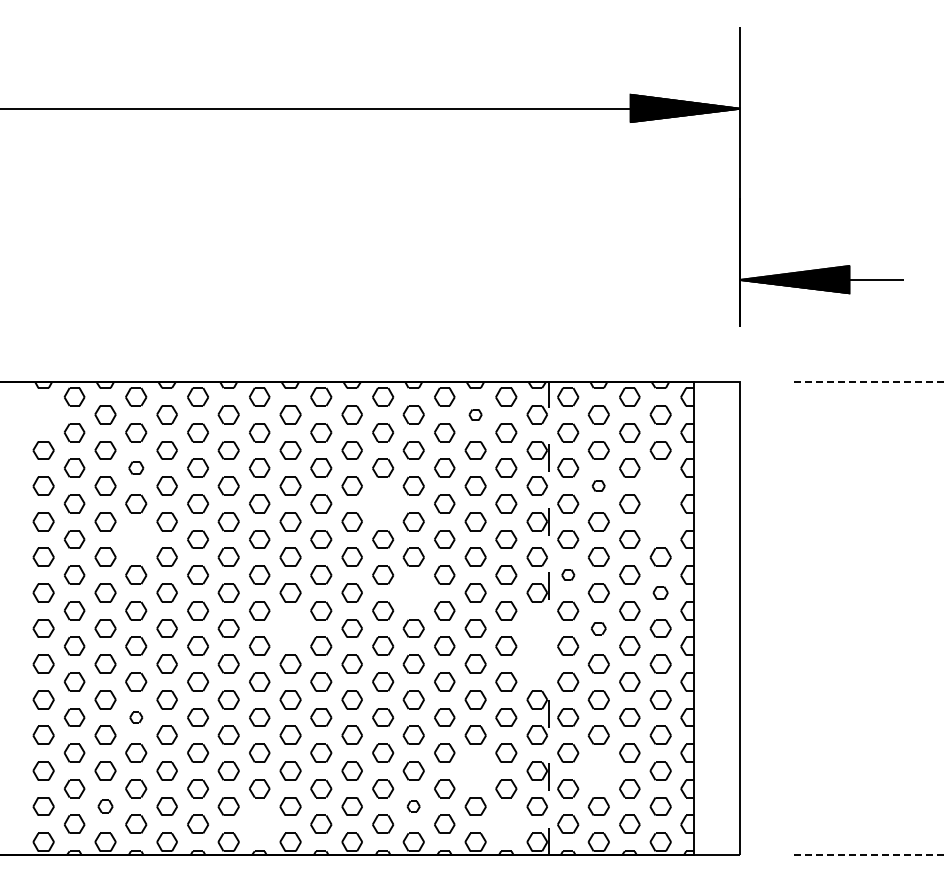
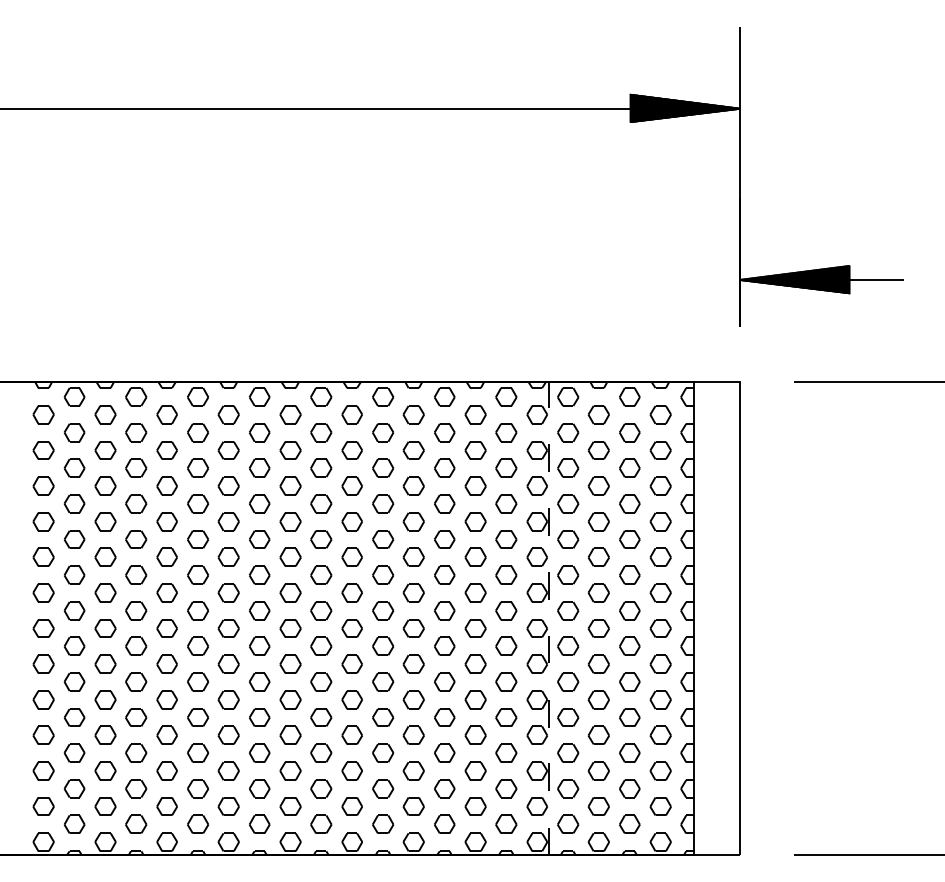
line at (869, 381): dashed -> solid
part at (43, 414): none -> present
part at (475, 414) size: 15x12 px -> 23x20 px
part at (136, 467) size: 17x14 px -> 23x20 px
part at (598, 485) size: 15x12 px -> 23x20 px
part at (660, 485): none -> present
part at (383, 503): none -> present
part at (660, 521): none -> present
part at (136, 539): none -> present
part at (568, 574) size: 15x12 px -> 23x20 px
part at (413, 592): none -> present
part at (660, 592) size: 17x14 px -> 23x20 px
part at (290, 628): none -> present
part at (598, 628) size: 17x14 px -> 23x19 px
part at (537, 654): none -> present
part at (136, 717) size: 15x13 px -> 23x19 px
part at (475, 770): none -> present
part at (598, 770): none -> present
part at (105, 806) size: 17x15 px -> 23x19 px
part at (413, 806) size: 15x13 px -> 23x19 px
part at (259, 823): none -> present
part at (506, 823): none -> present
line at (869, 855): dashed -> solid
